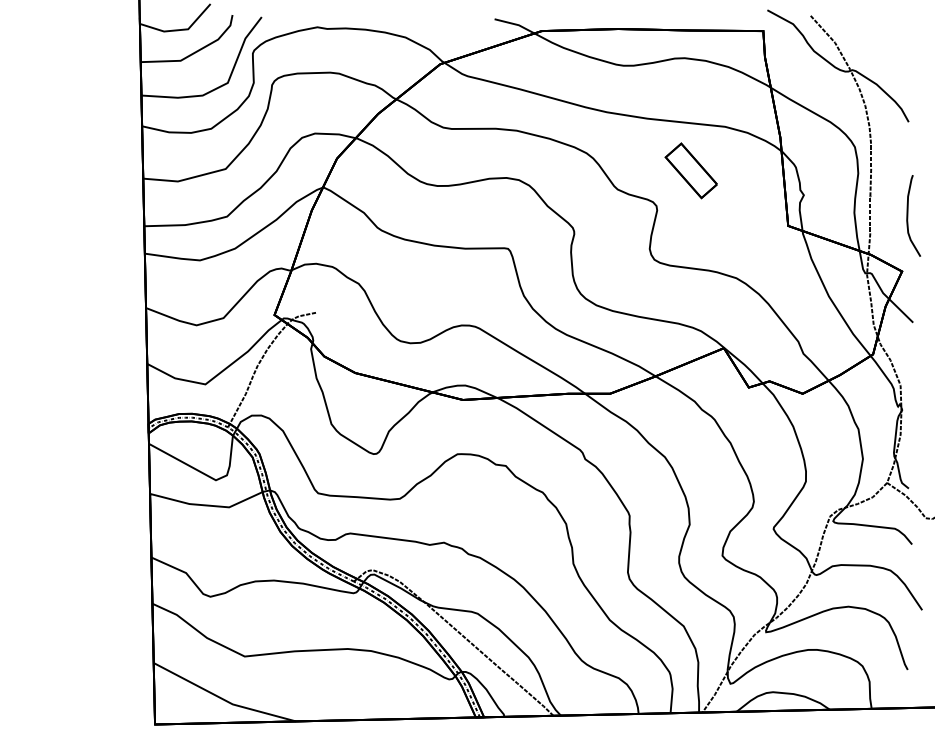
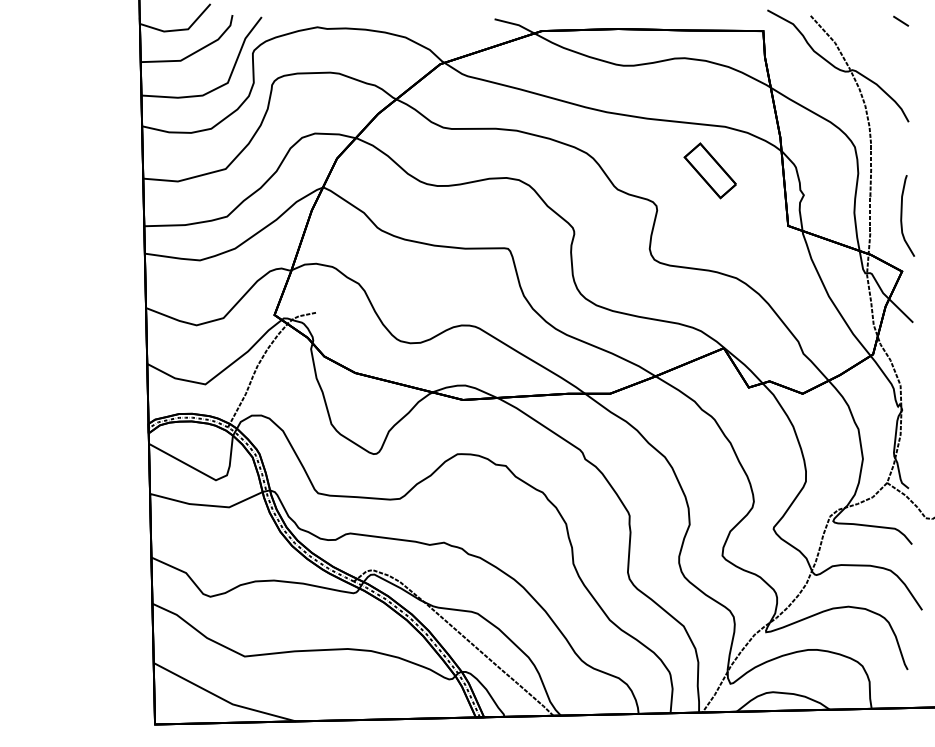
line at (901, 20): none -> present
part at (690, 170) position: (690, 170) -> (709, 170)
curve at (908, 215) position: (908, 215) -> (902, 215)
